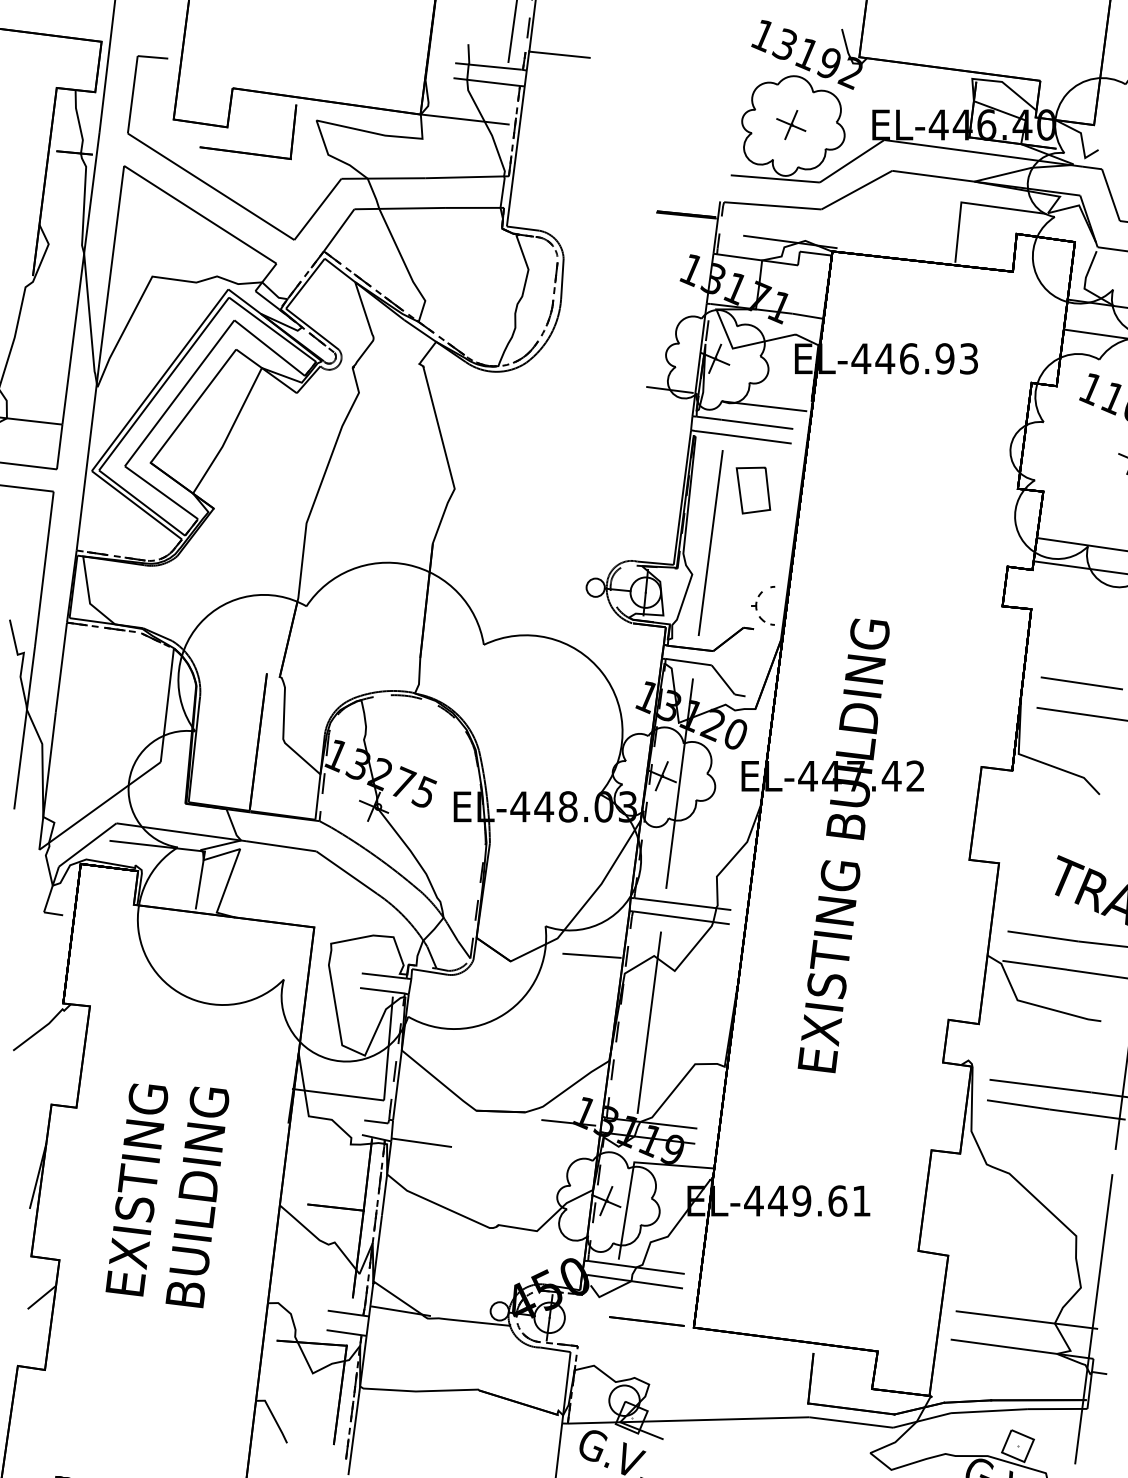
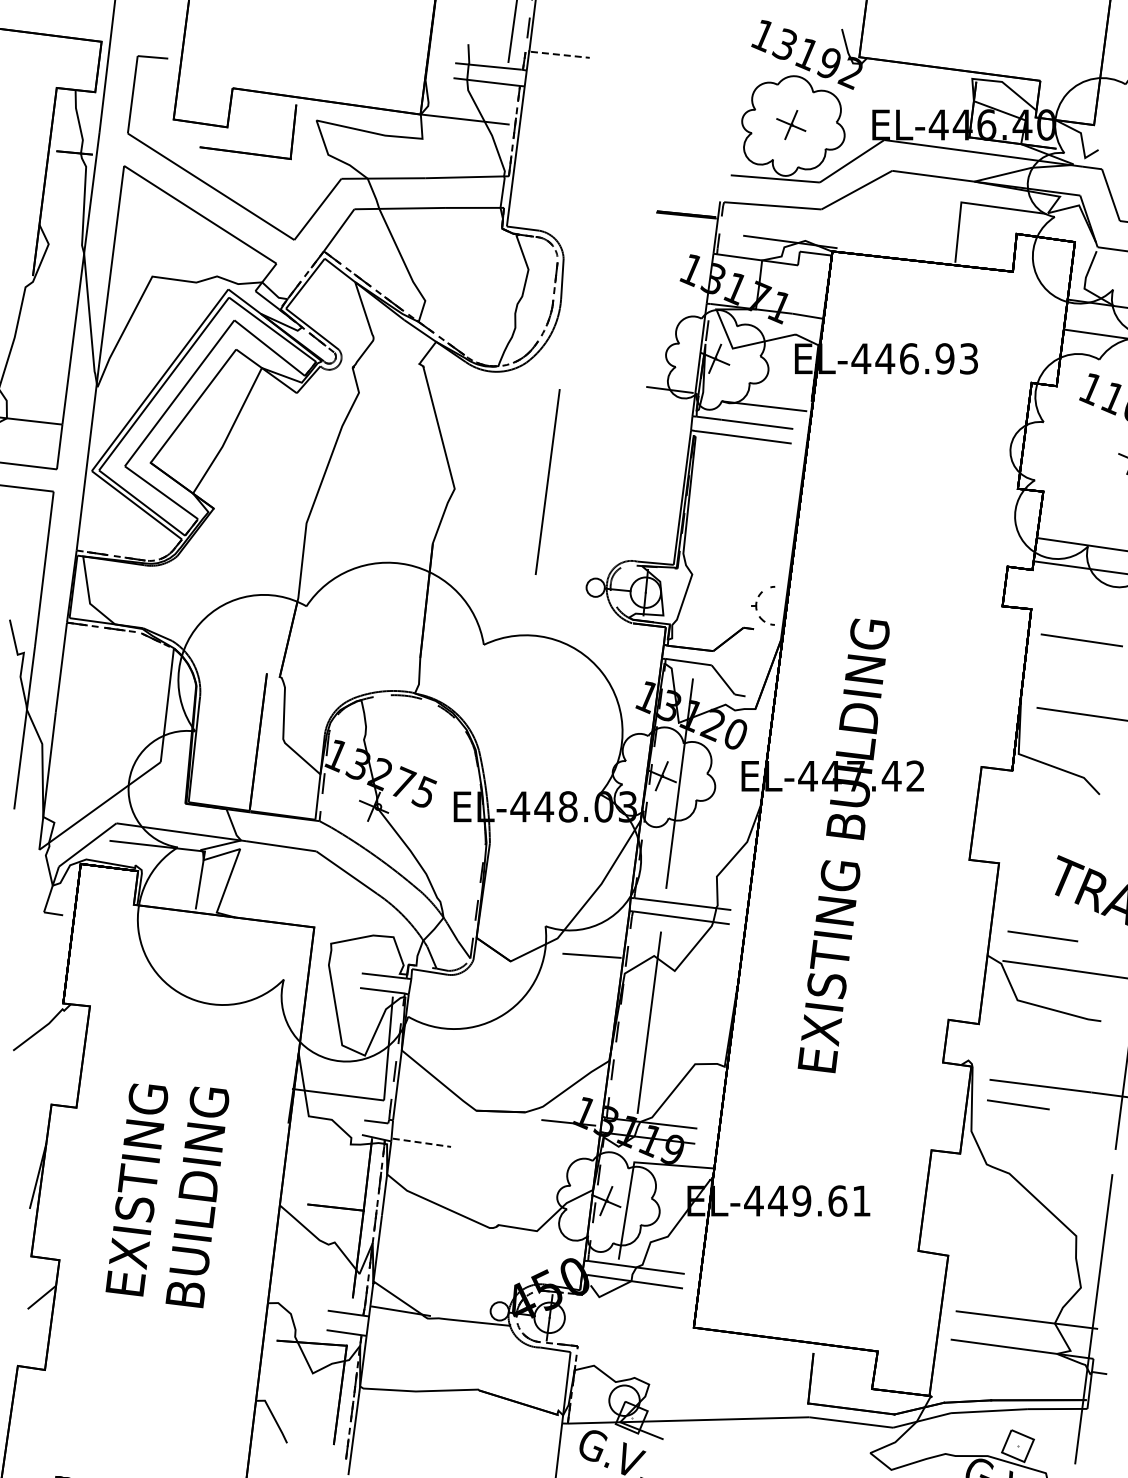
line at (560, 54): solid -> dashed
part at (753, 490): present -> none
line at (710, 542) position: (710, 542) -> (547, 481)
line at (1081, 683) position: (1081, 683) -> (1081, 640)
line at (1101, 943): present -> none
line at (1086, 1114): present -> none
line at (422, 1142): solid -> dashed
line at (646, 1321): present -> none
